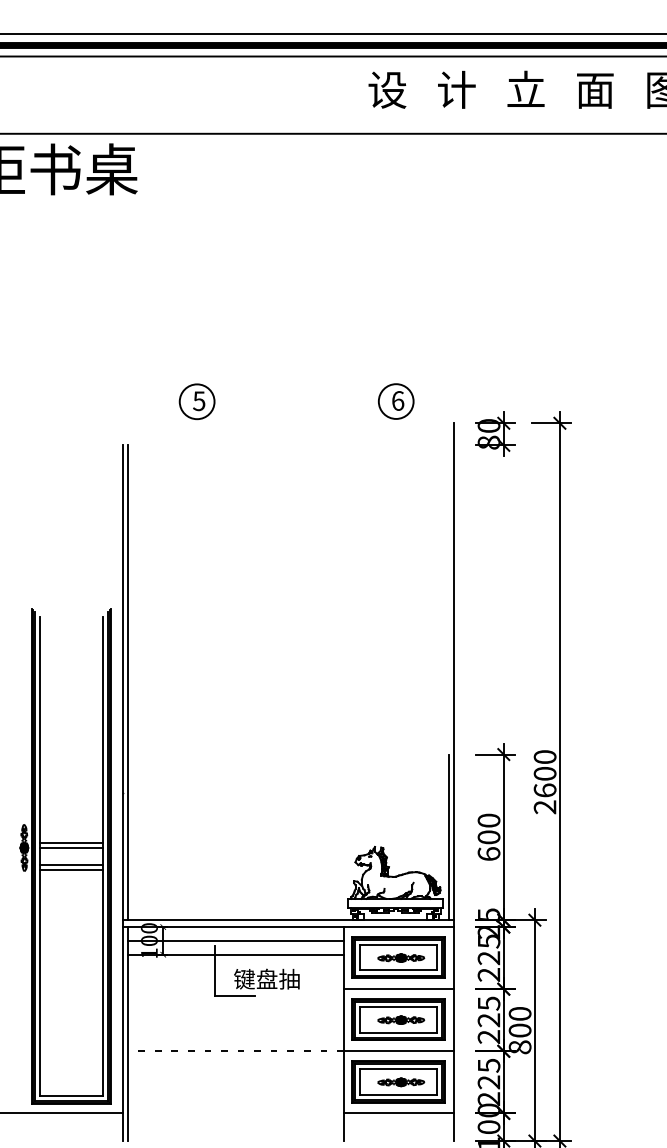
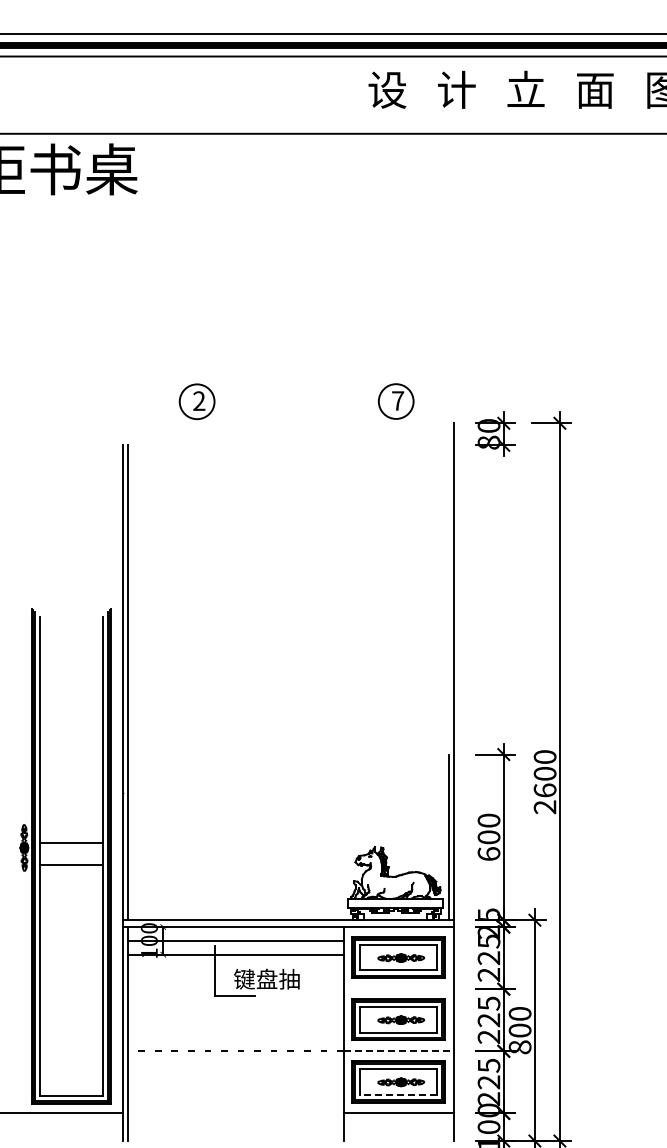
text at (398, 400): 6 -> 7
text at (199, 401): 5 -> 2
line at (70, 848): present -> none
line at (70, 870): present -> none
line at (398, 989): present -> none
line at (399, 1051): solid -> dashed
line at (398, 1094): solid -> dashed
